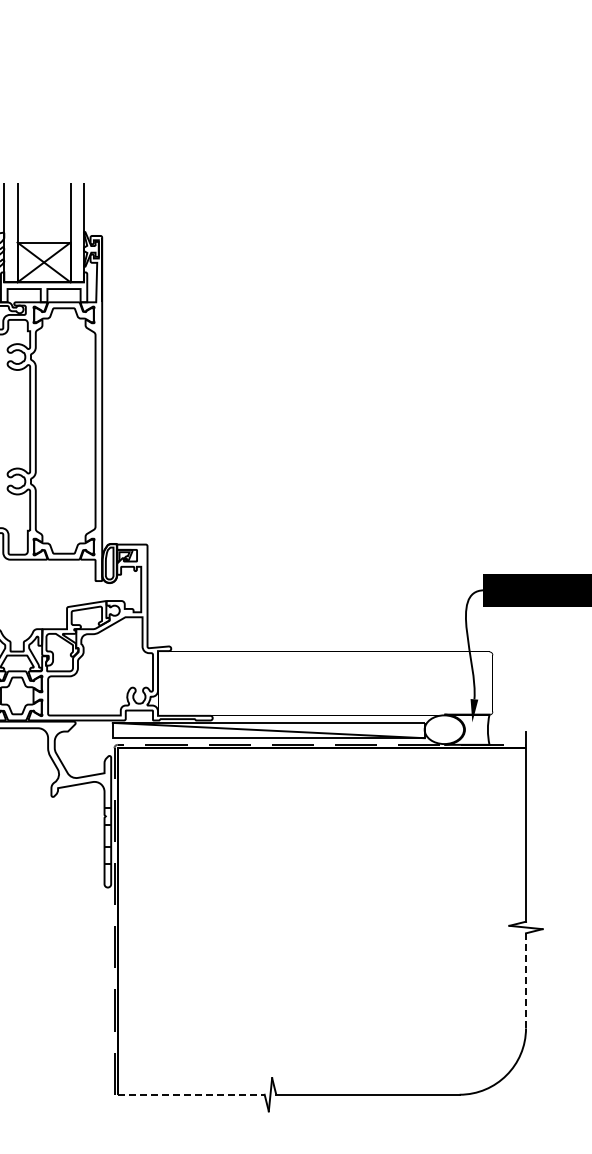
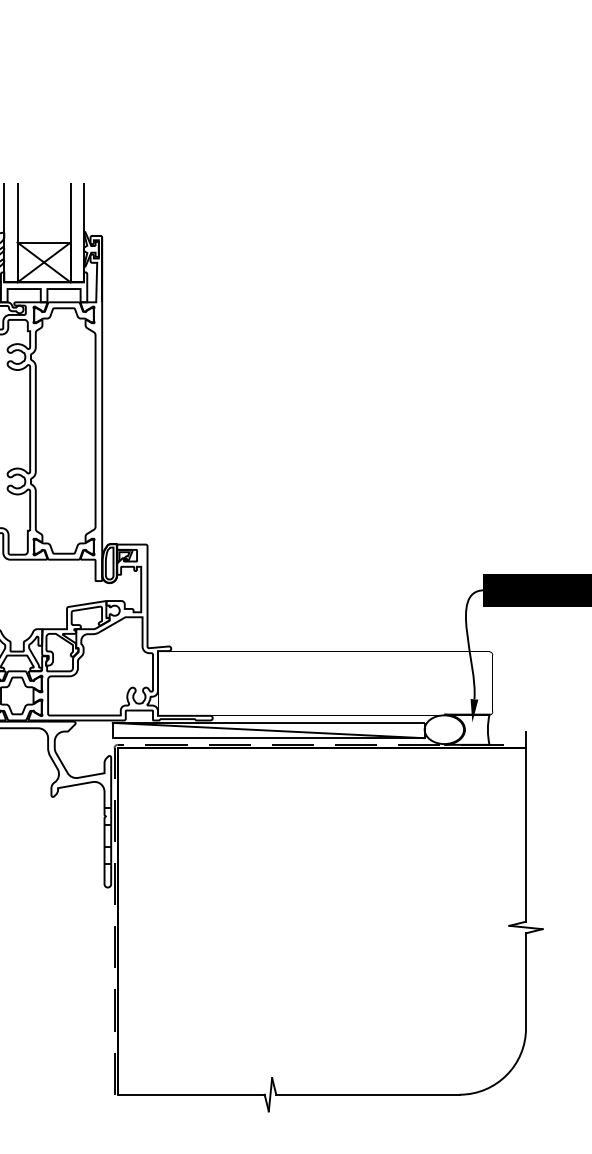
line at (526, 980): dashed -> solid
line at (191, 1094): dashed -> solid
